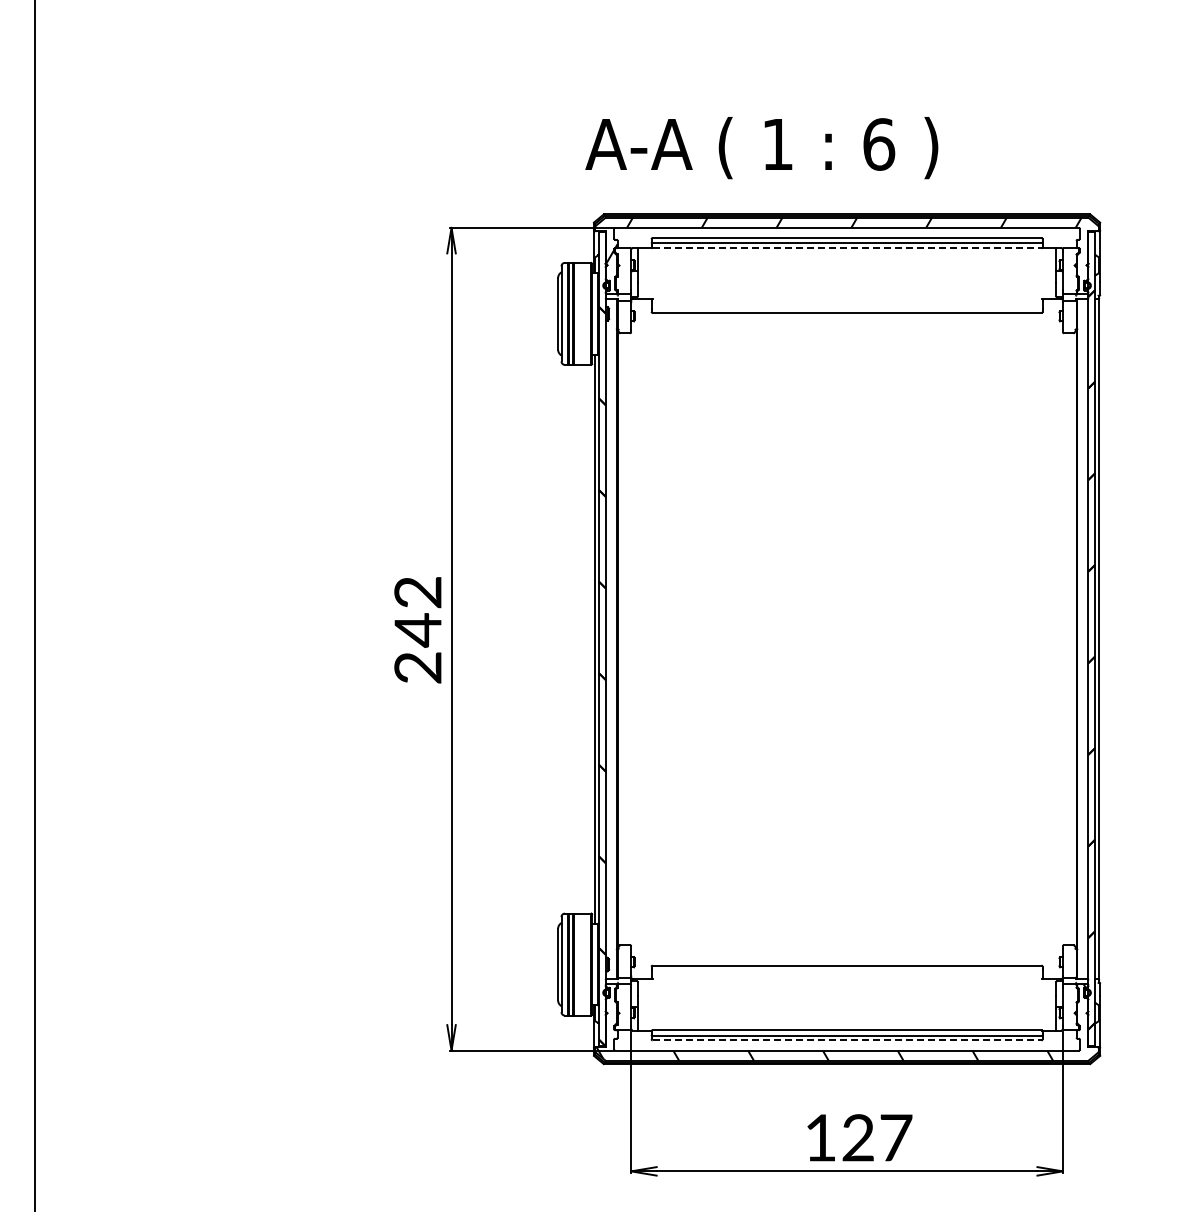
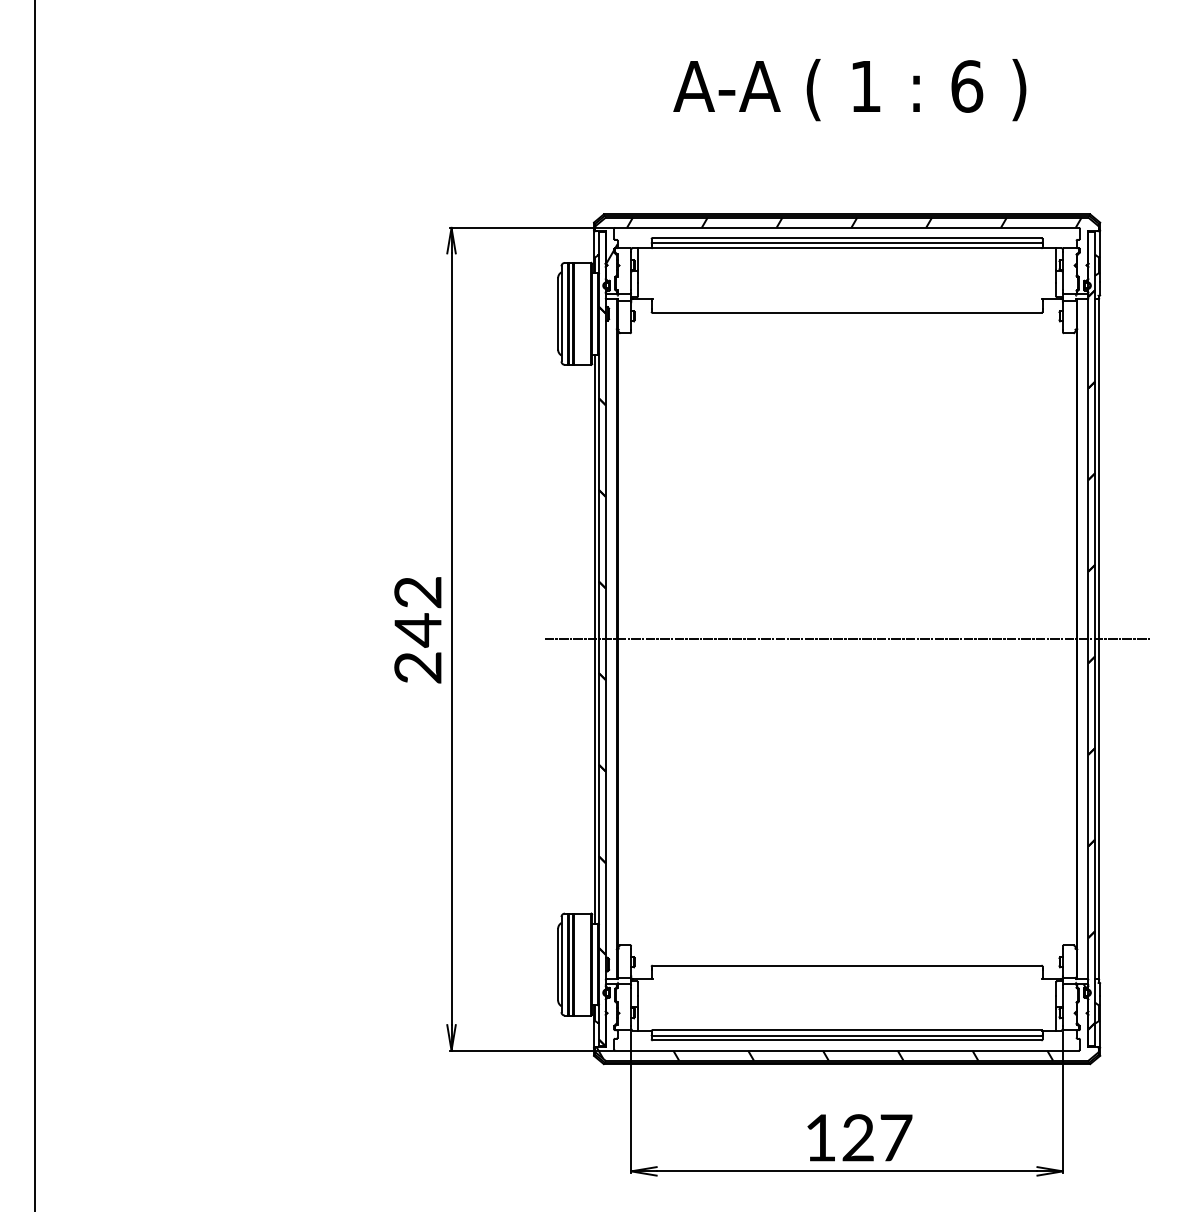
text at (761, 148) position: (761, 148) -> (849, 90)
line at (847, 248): dashed -> solid
line at (846, 639): none -> present
line at (847, 1040): dashed -> solid
